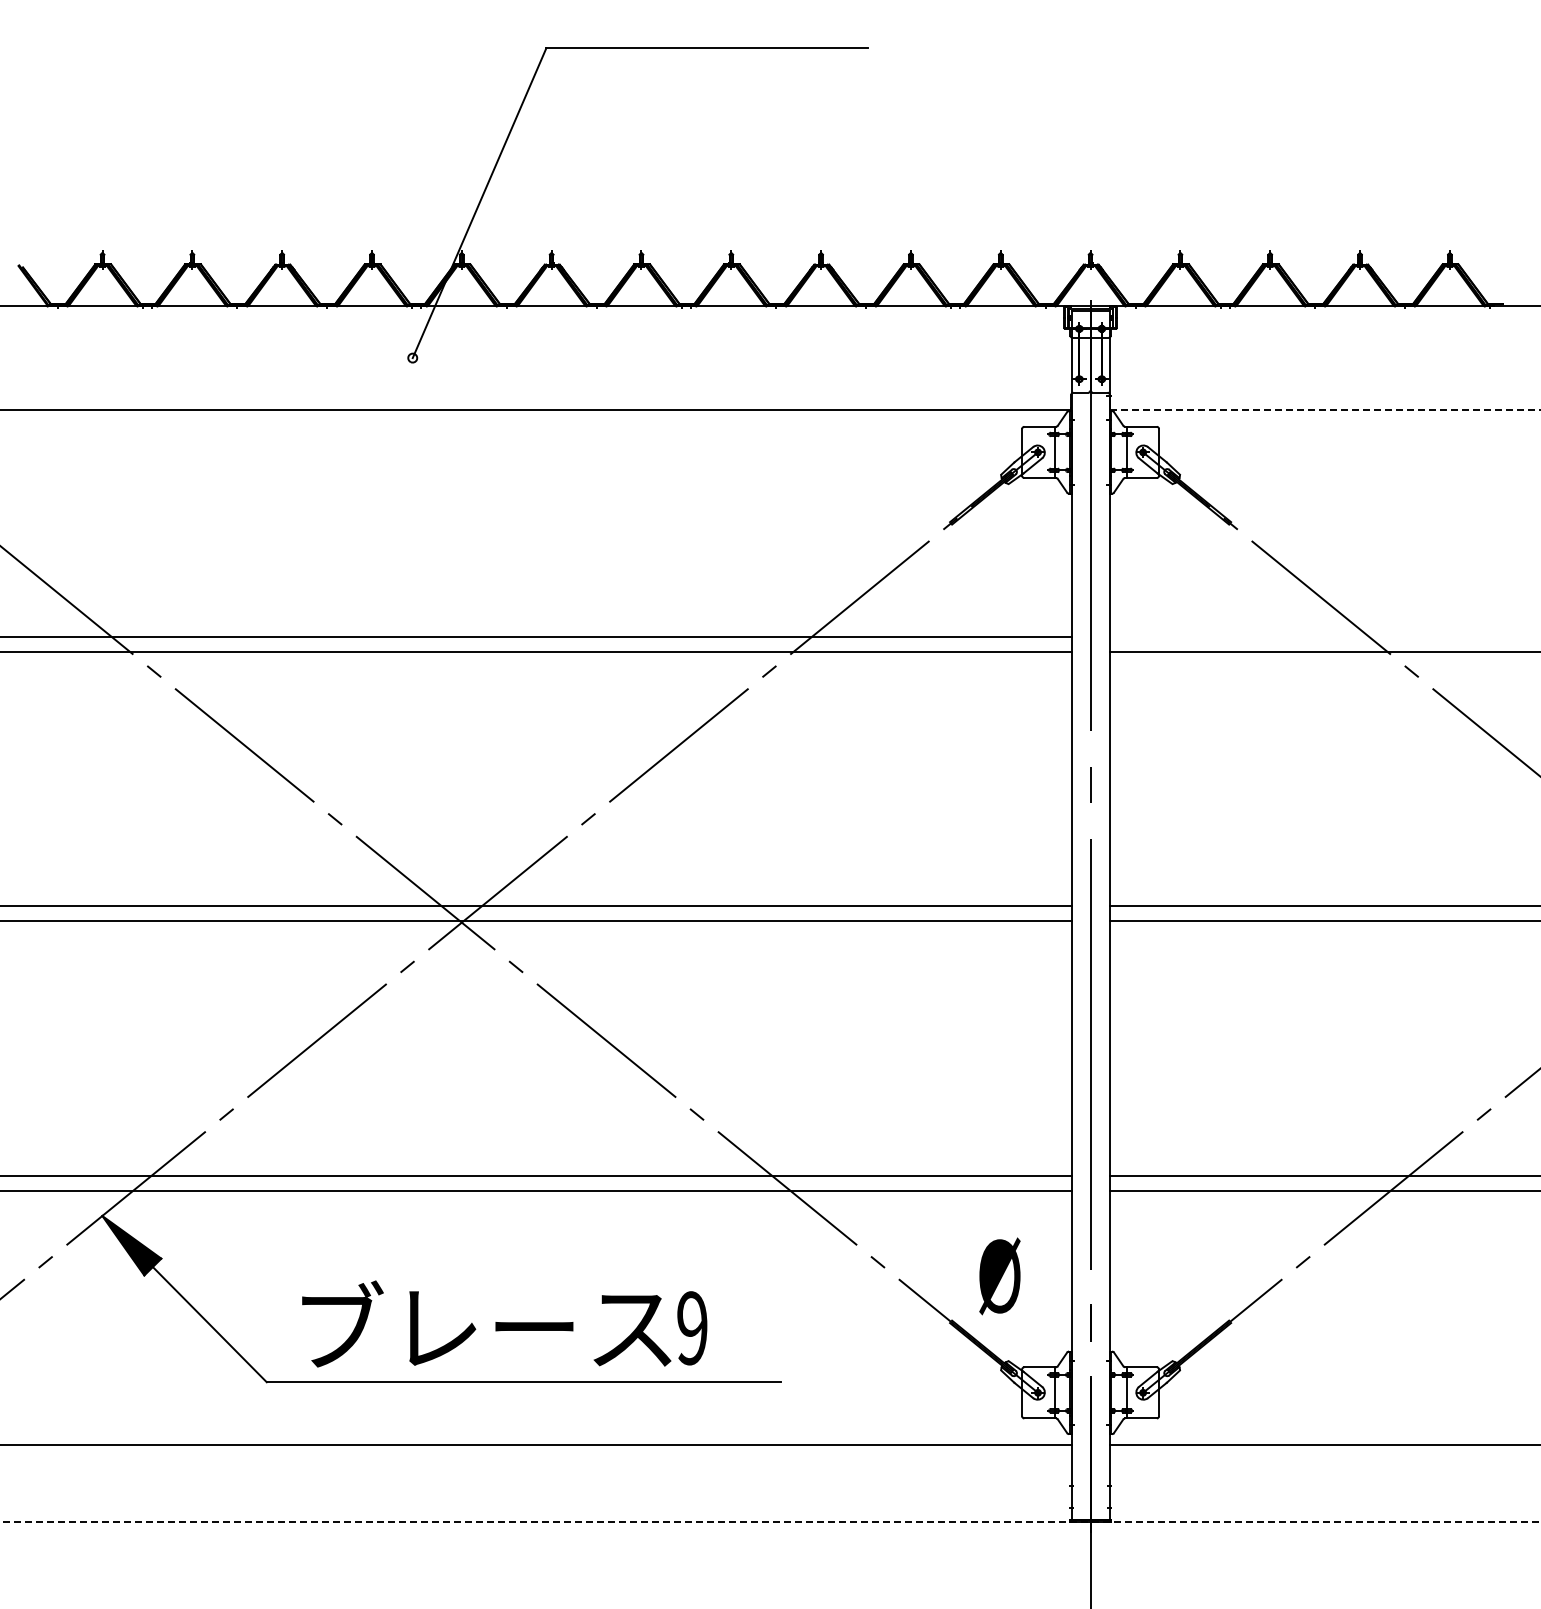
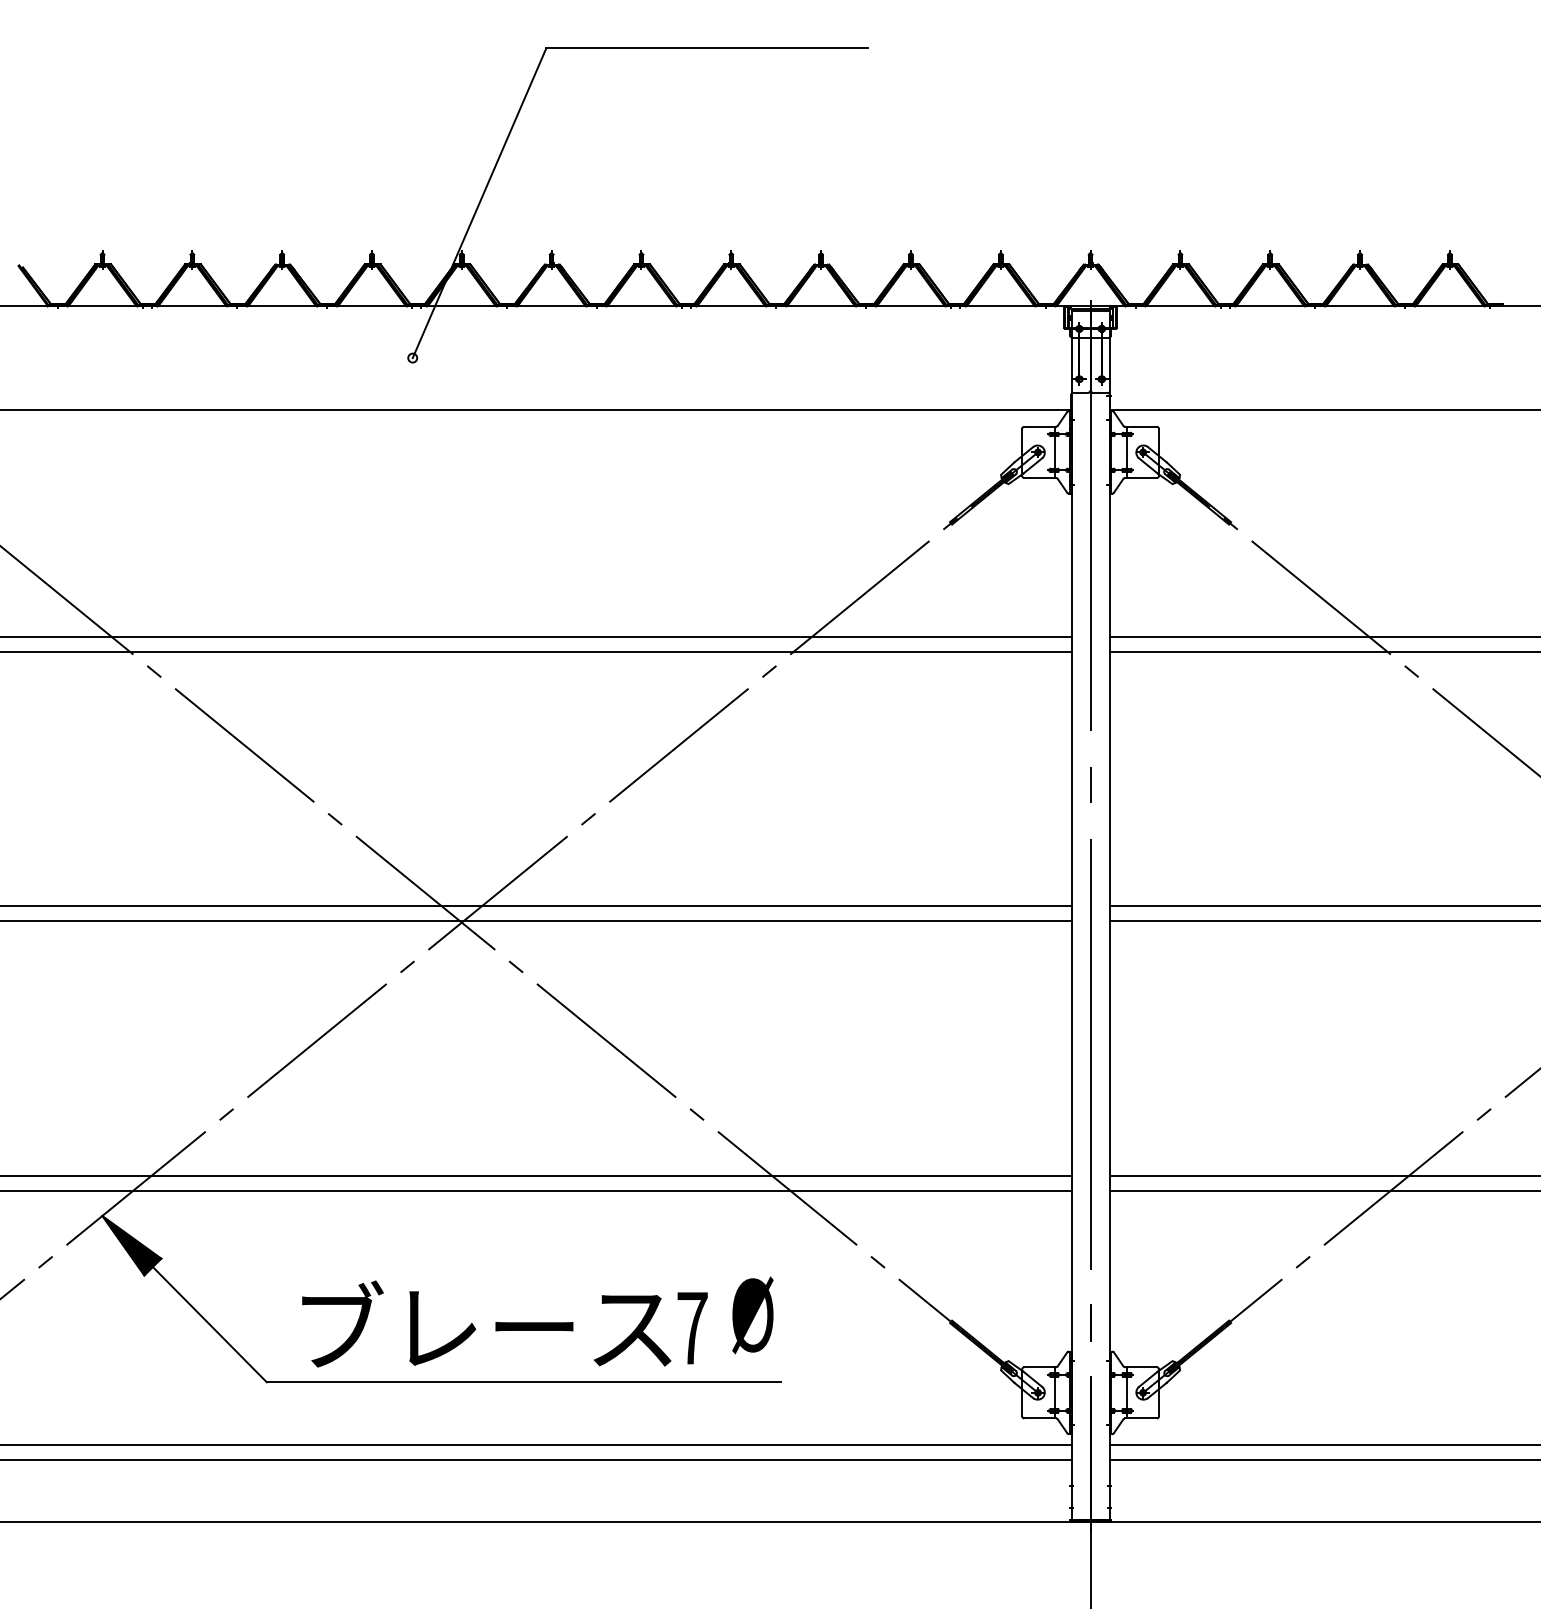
line at (1325, 409): dashed -> solid
line at (1323, 637): none -> present
text at (999, 1276) position: (999, 1276) -> (752, 1315)
text at (692, 1328): 9 -> 7
line at (536, 1460): none -> present
line at (1323, 1460): none -> present
line at (770, 1522): dashed -> solid
